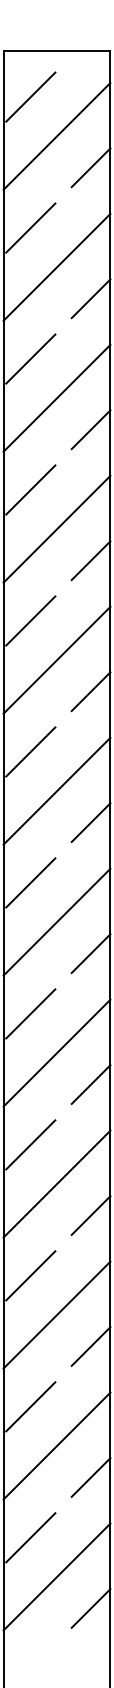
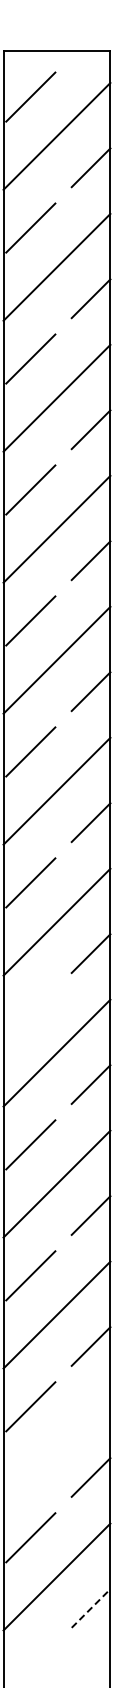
line at (30, 1013): present -> none
line at (56, 1445): present -> none
line at (91, 1608): solid -> dashed
